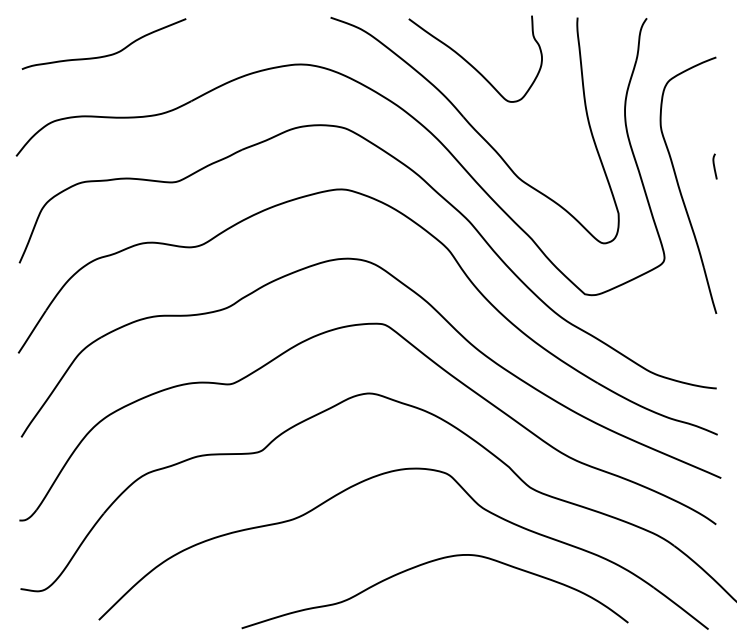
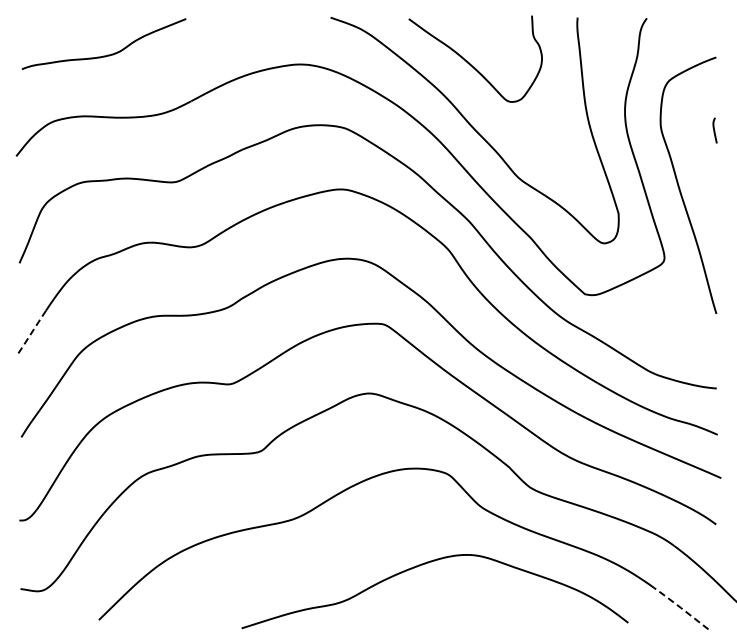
curve at (714, 166) position: (714, 166) -> (714, 130)
line at (32, 332): solid -> dashed
line at (681, 607): solid -> dashed
